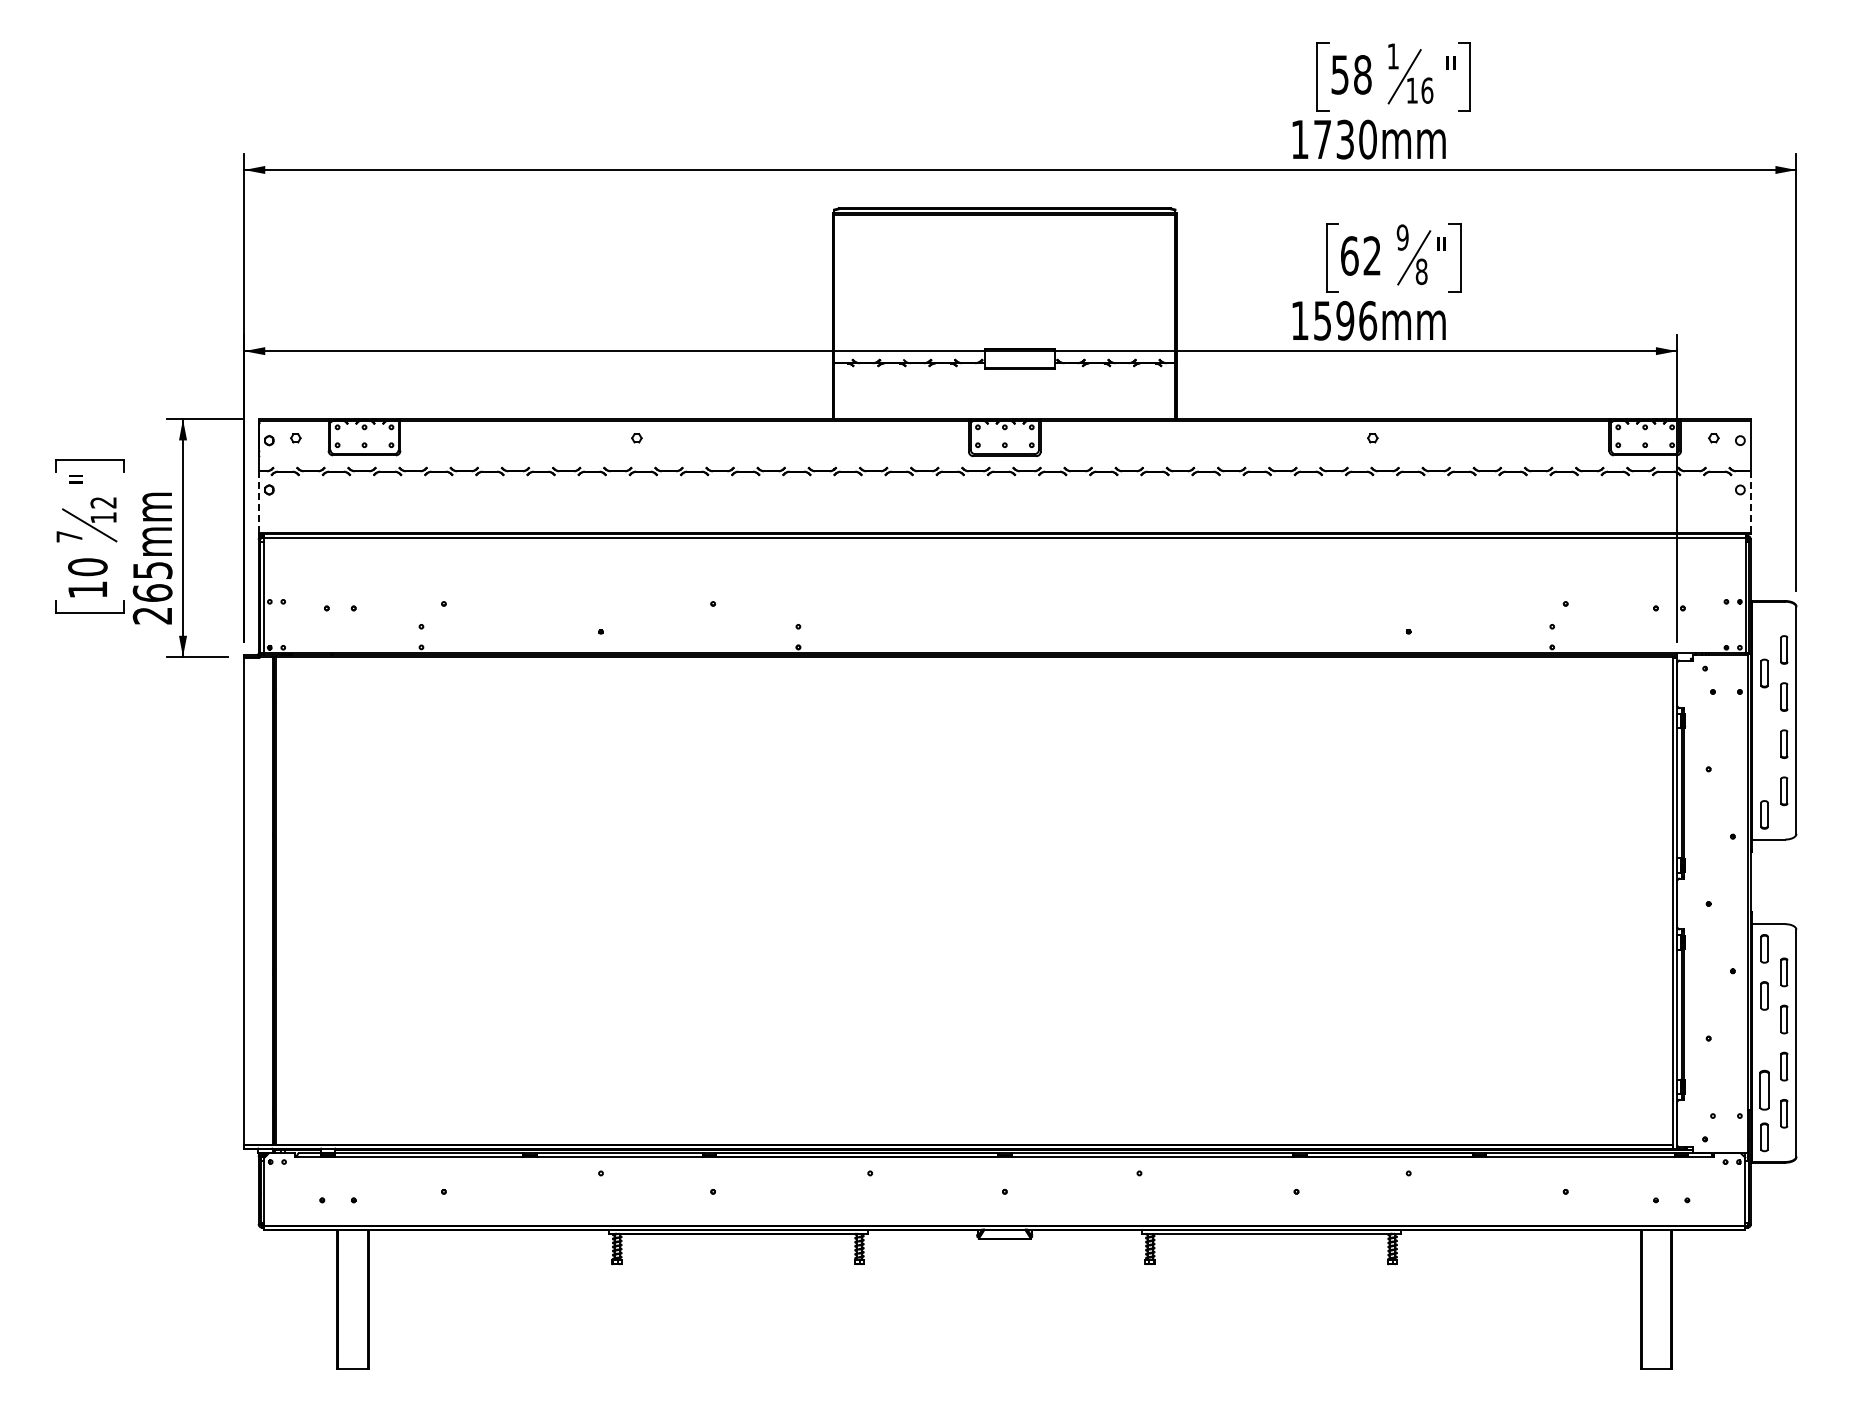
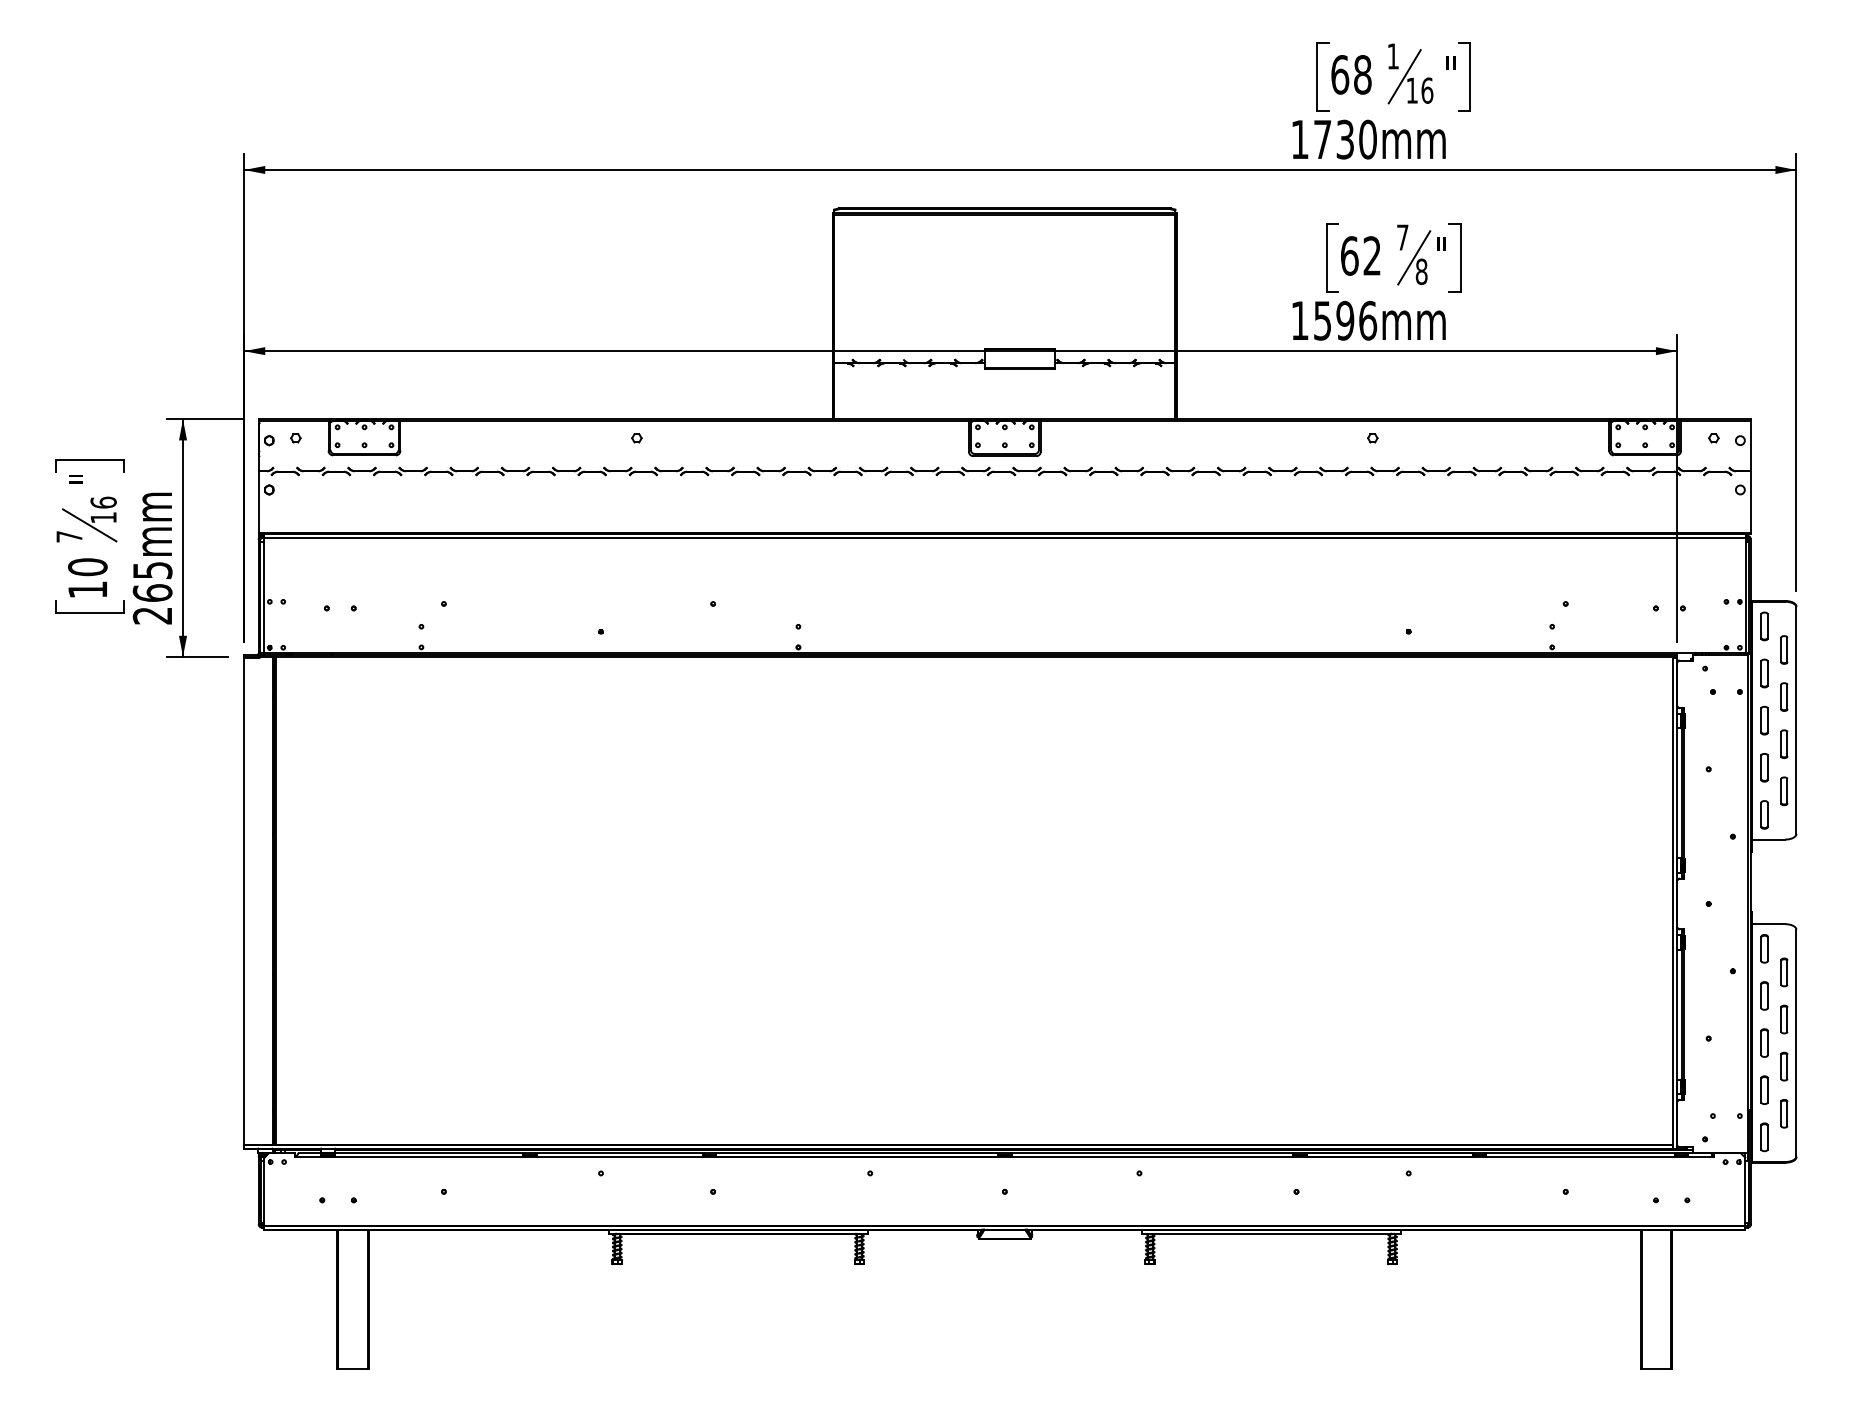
text at (1340, 74): 58 -> 68
text at (1402, 237): 9 -> 7
line at (258, 501): dashed -> solid
line at (1751, 501): dashed -> solid
text at (103, 502): 12 -> 16
part at (1764, 626): none -> present
part at (1764, 720): none -> present
part at (1764, 767): none -> present
part at (1764, 1042): none -> present
part at (1764, 1089) size: 11x42 px -> 9x30 px
